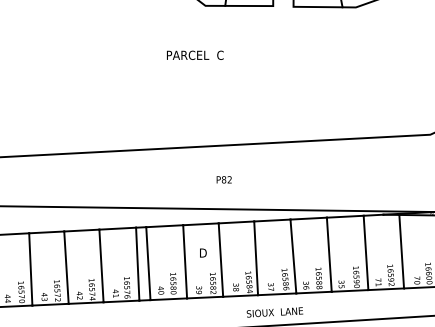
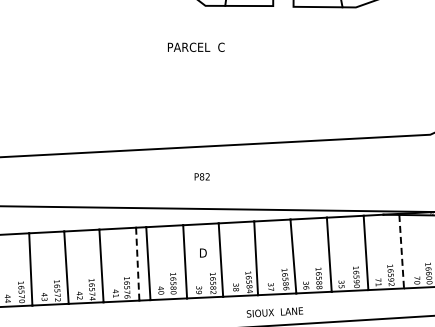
text at (195, 54) position: (195, 54) -> (196, 46)
text at (223, 179) position: (223, 179) -> (201, 176)
line at (401, 251): solid -> dashed
line at (137, 264): solid -> dashed
